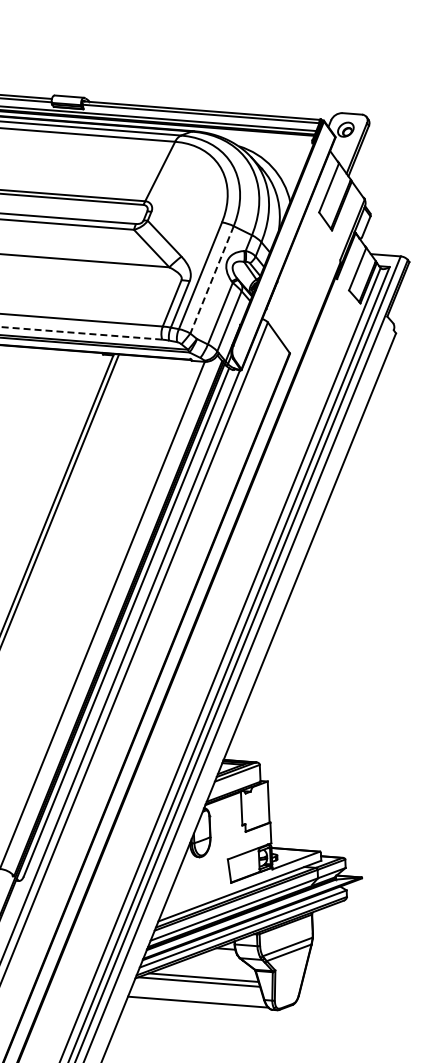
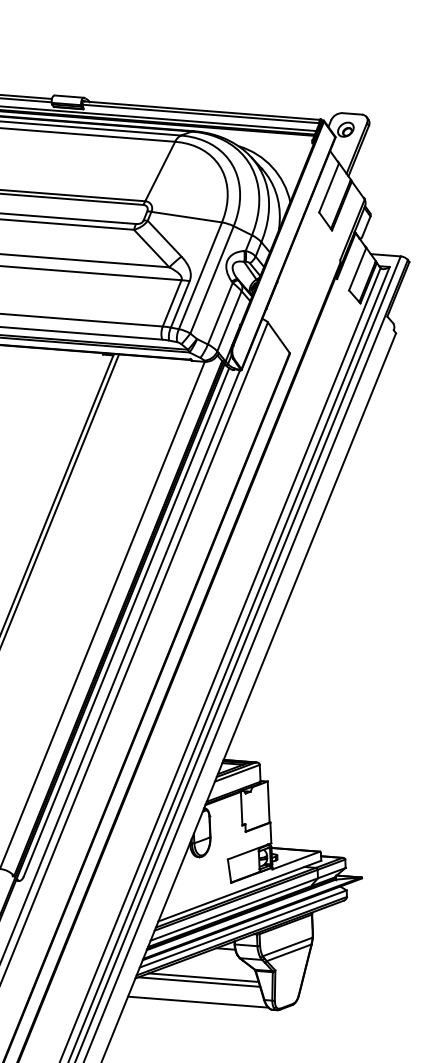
line at (186, 216): none -> present
line at (91, 273): none -> present
line at (212, 279): dashed -> solid
line at (81, 333): dashed -> solid
